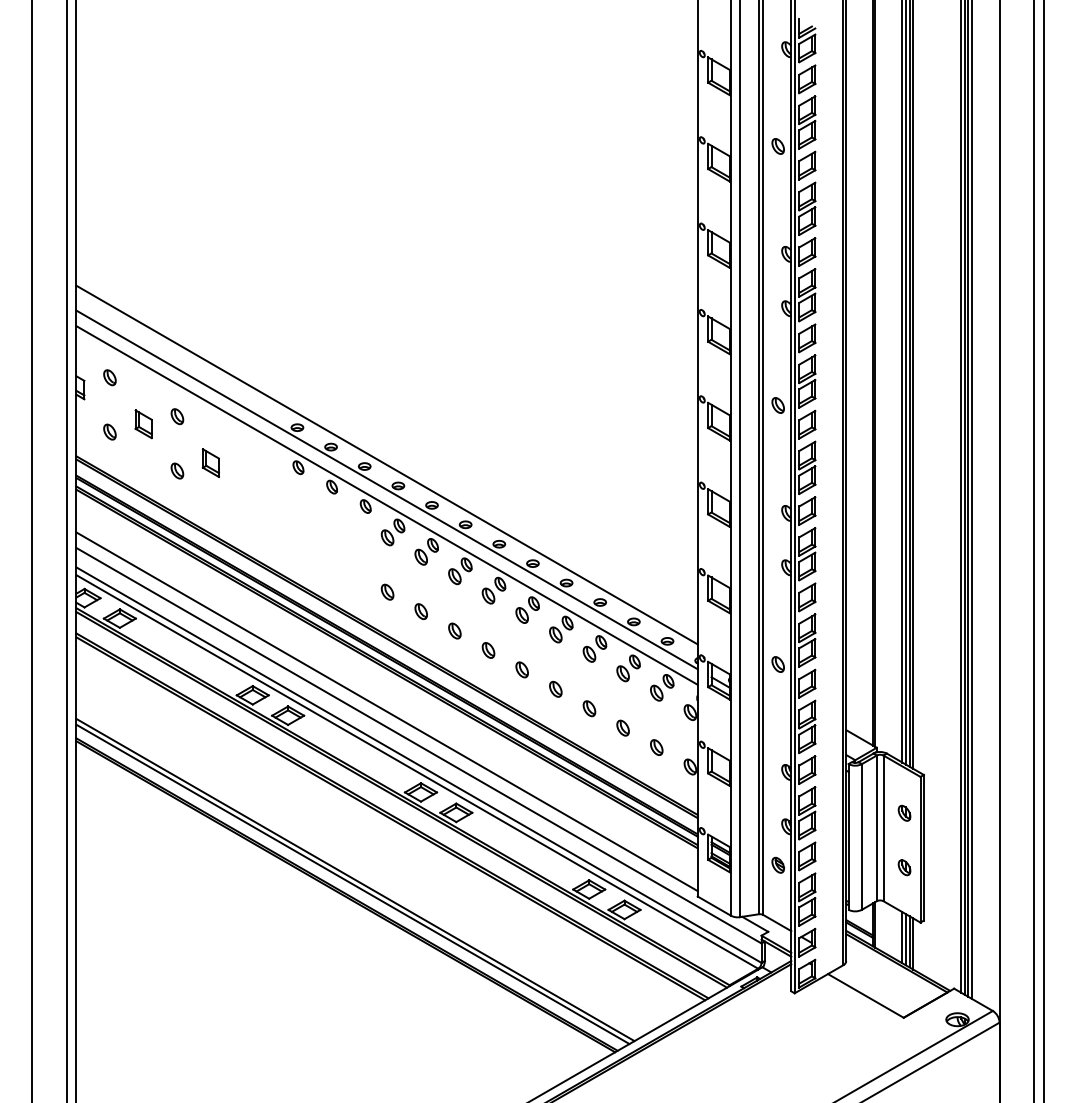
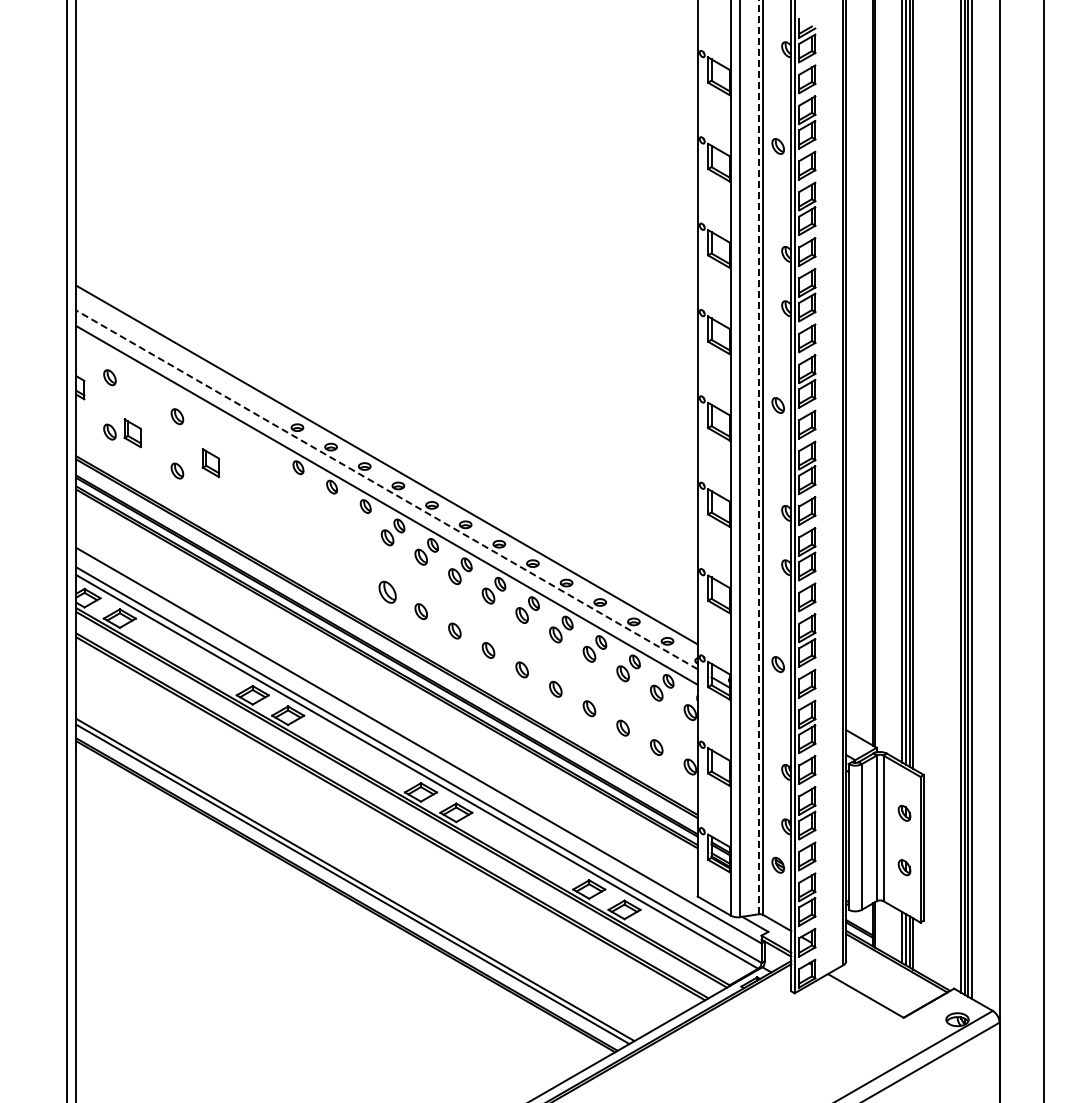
part at (143, 424) position: (143, 424) -> (132, 433)
line at (758, 457): solid -> dashed
line at (387, 489): solid -> dashed
line at (32, 550): present -> none
line at (1034, 550): present -> none
part at (387, 591) size: 15x18 px -> 19x24 px
line at (386, 711): present -> none
